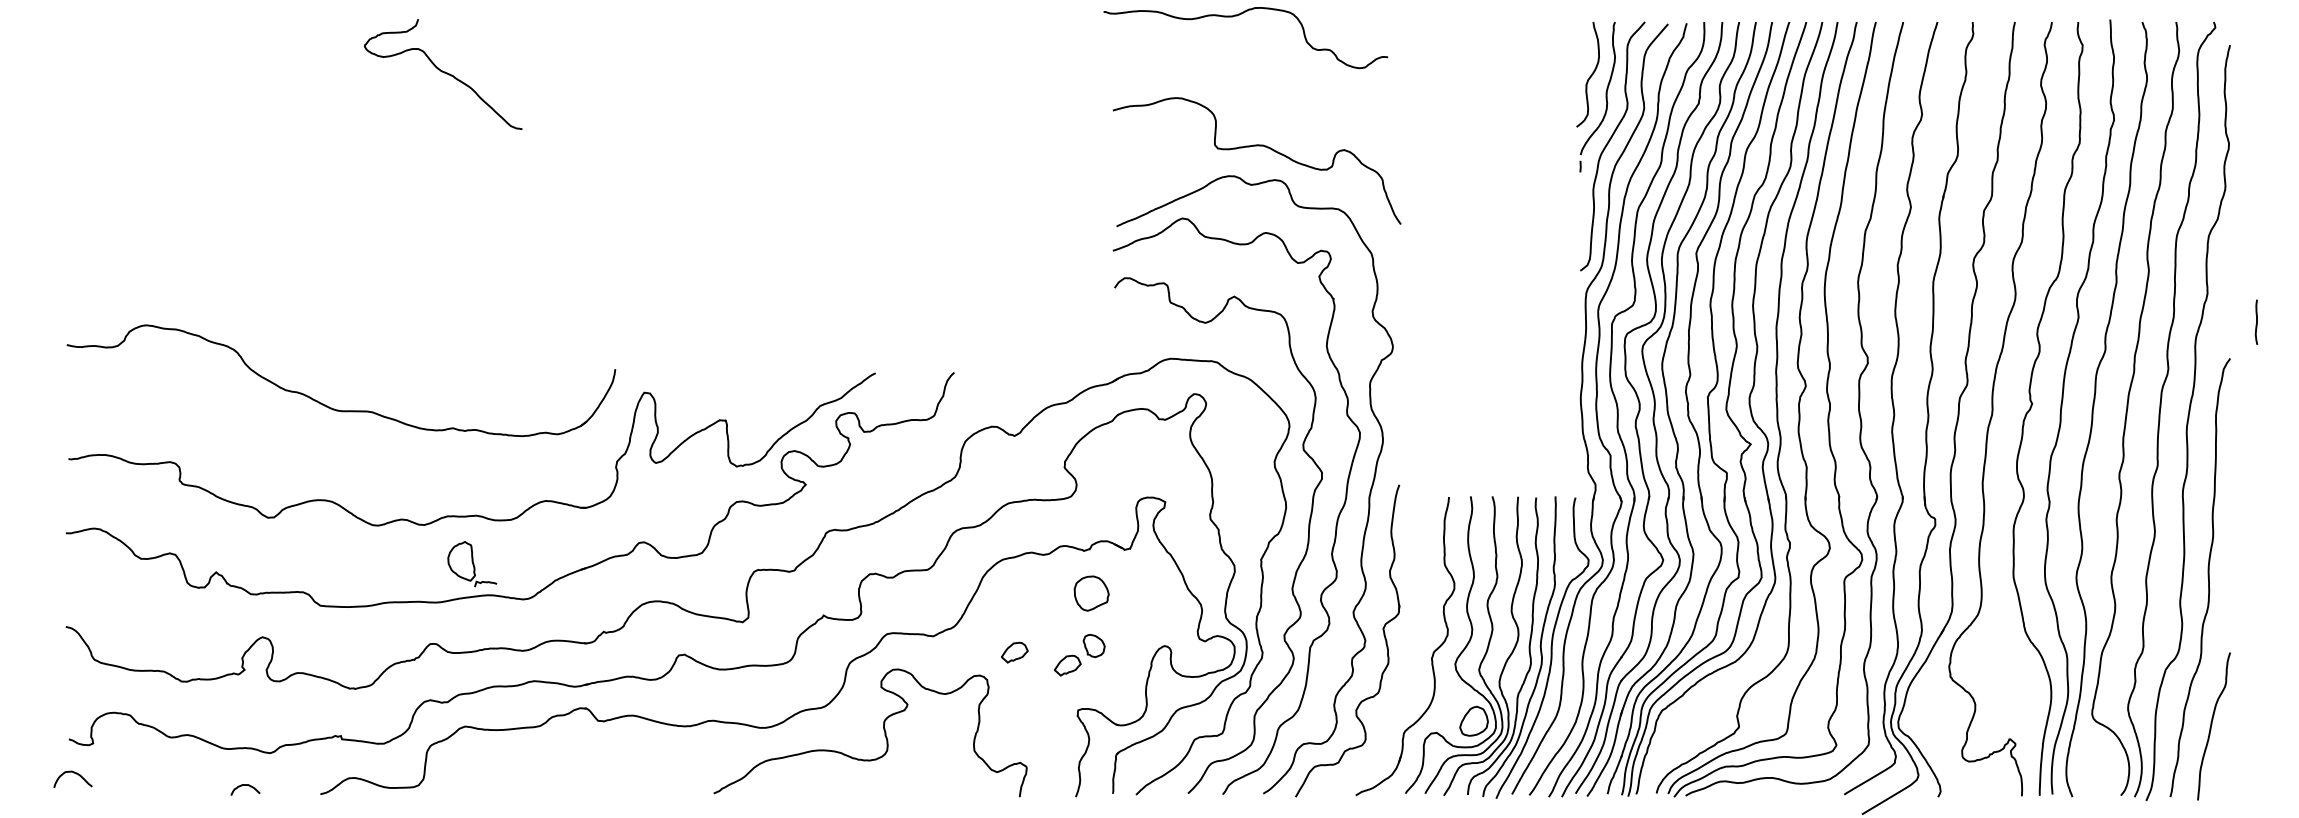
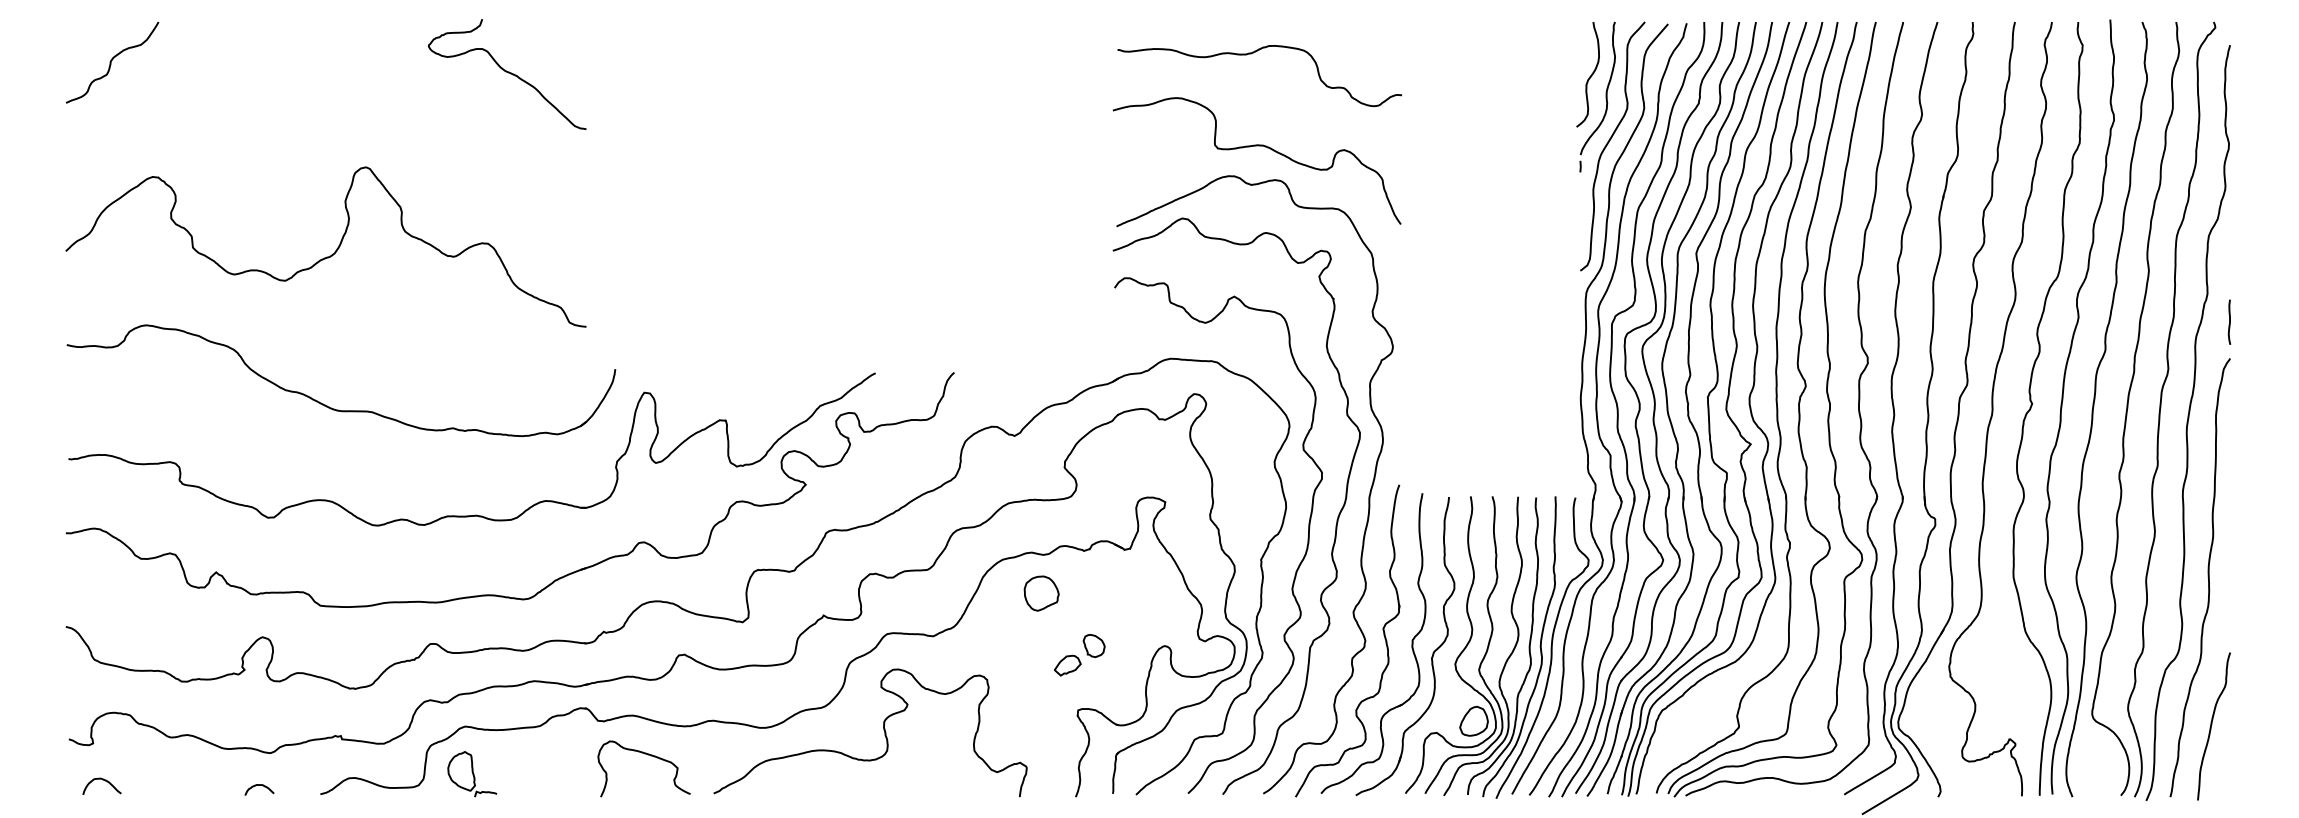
curve at (1237, 16) position: (1237, 16) -> (1251, 54)
curve at (111, 62): none -> present
curve at (444, 73) position: (444, 73) -> (508, 73)
curve at (332, 253): none -> present
curve at (2256, 321) position: (2256, 321) -> (2229, 321)
part at (472, 564) position: (472, 564) -> (472, 774)
part at (1091, 593) position: (1091, 593) -> (1041, 593)
part at (1411, 643): none -> present
part at (1014, 652): present -> none
curve at (647, 755): none -> present
curve at (73, 773) position: (73, 773) -> (102, 780)
curve at (245, 785) position: (245, 785) -> (259, 785)
